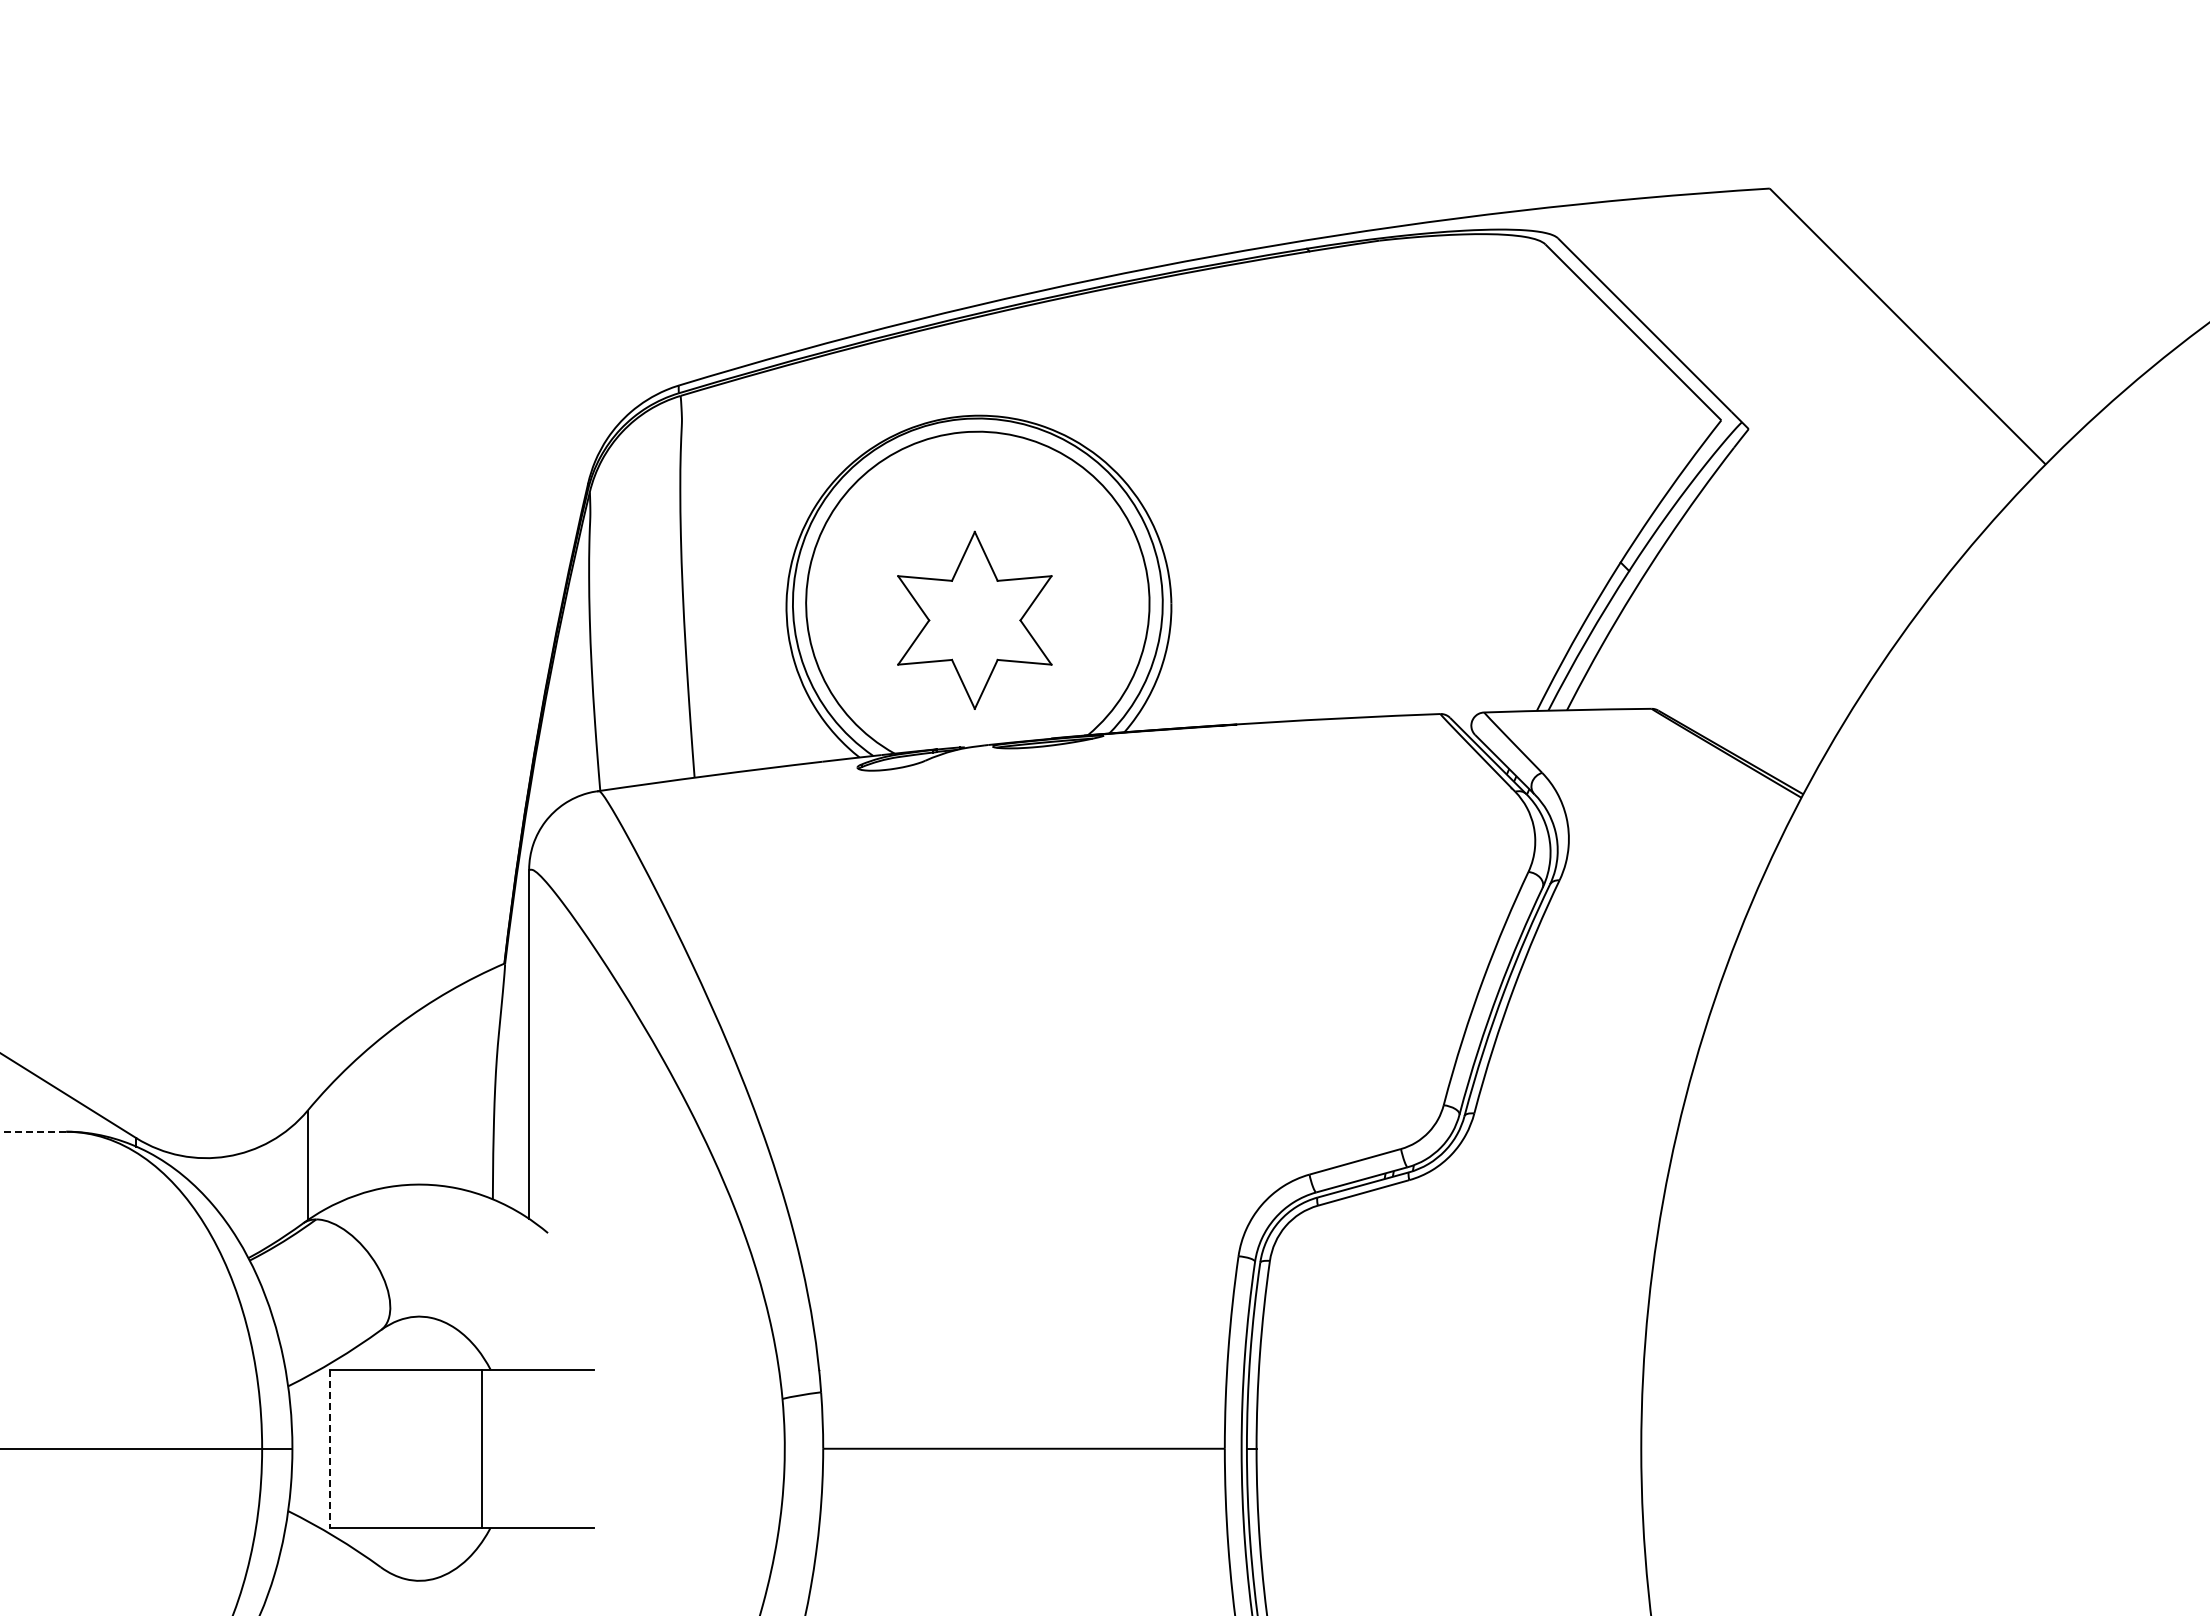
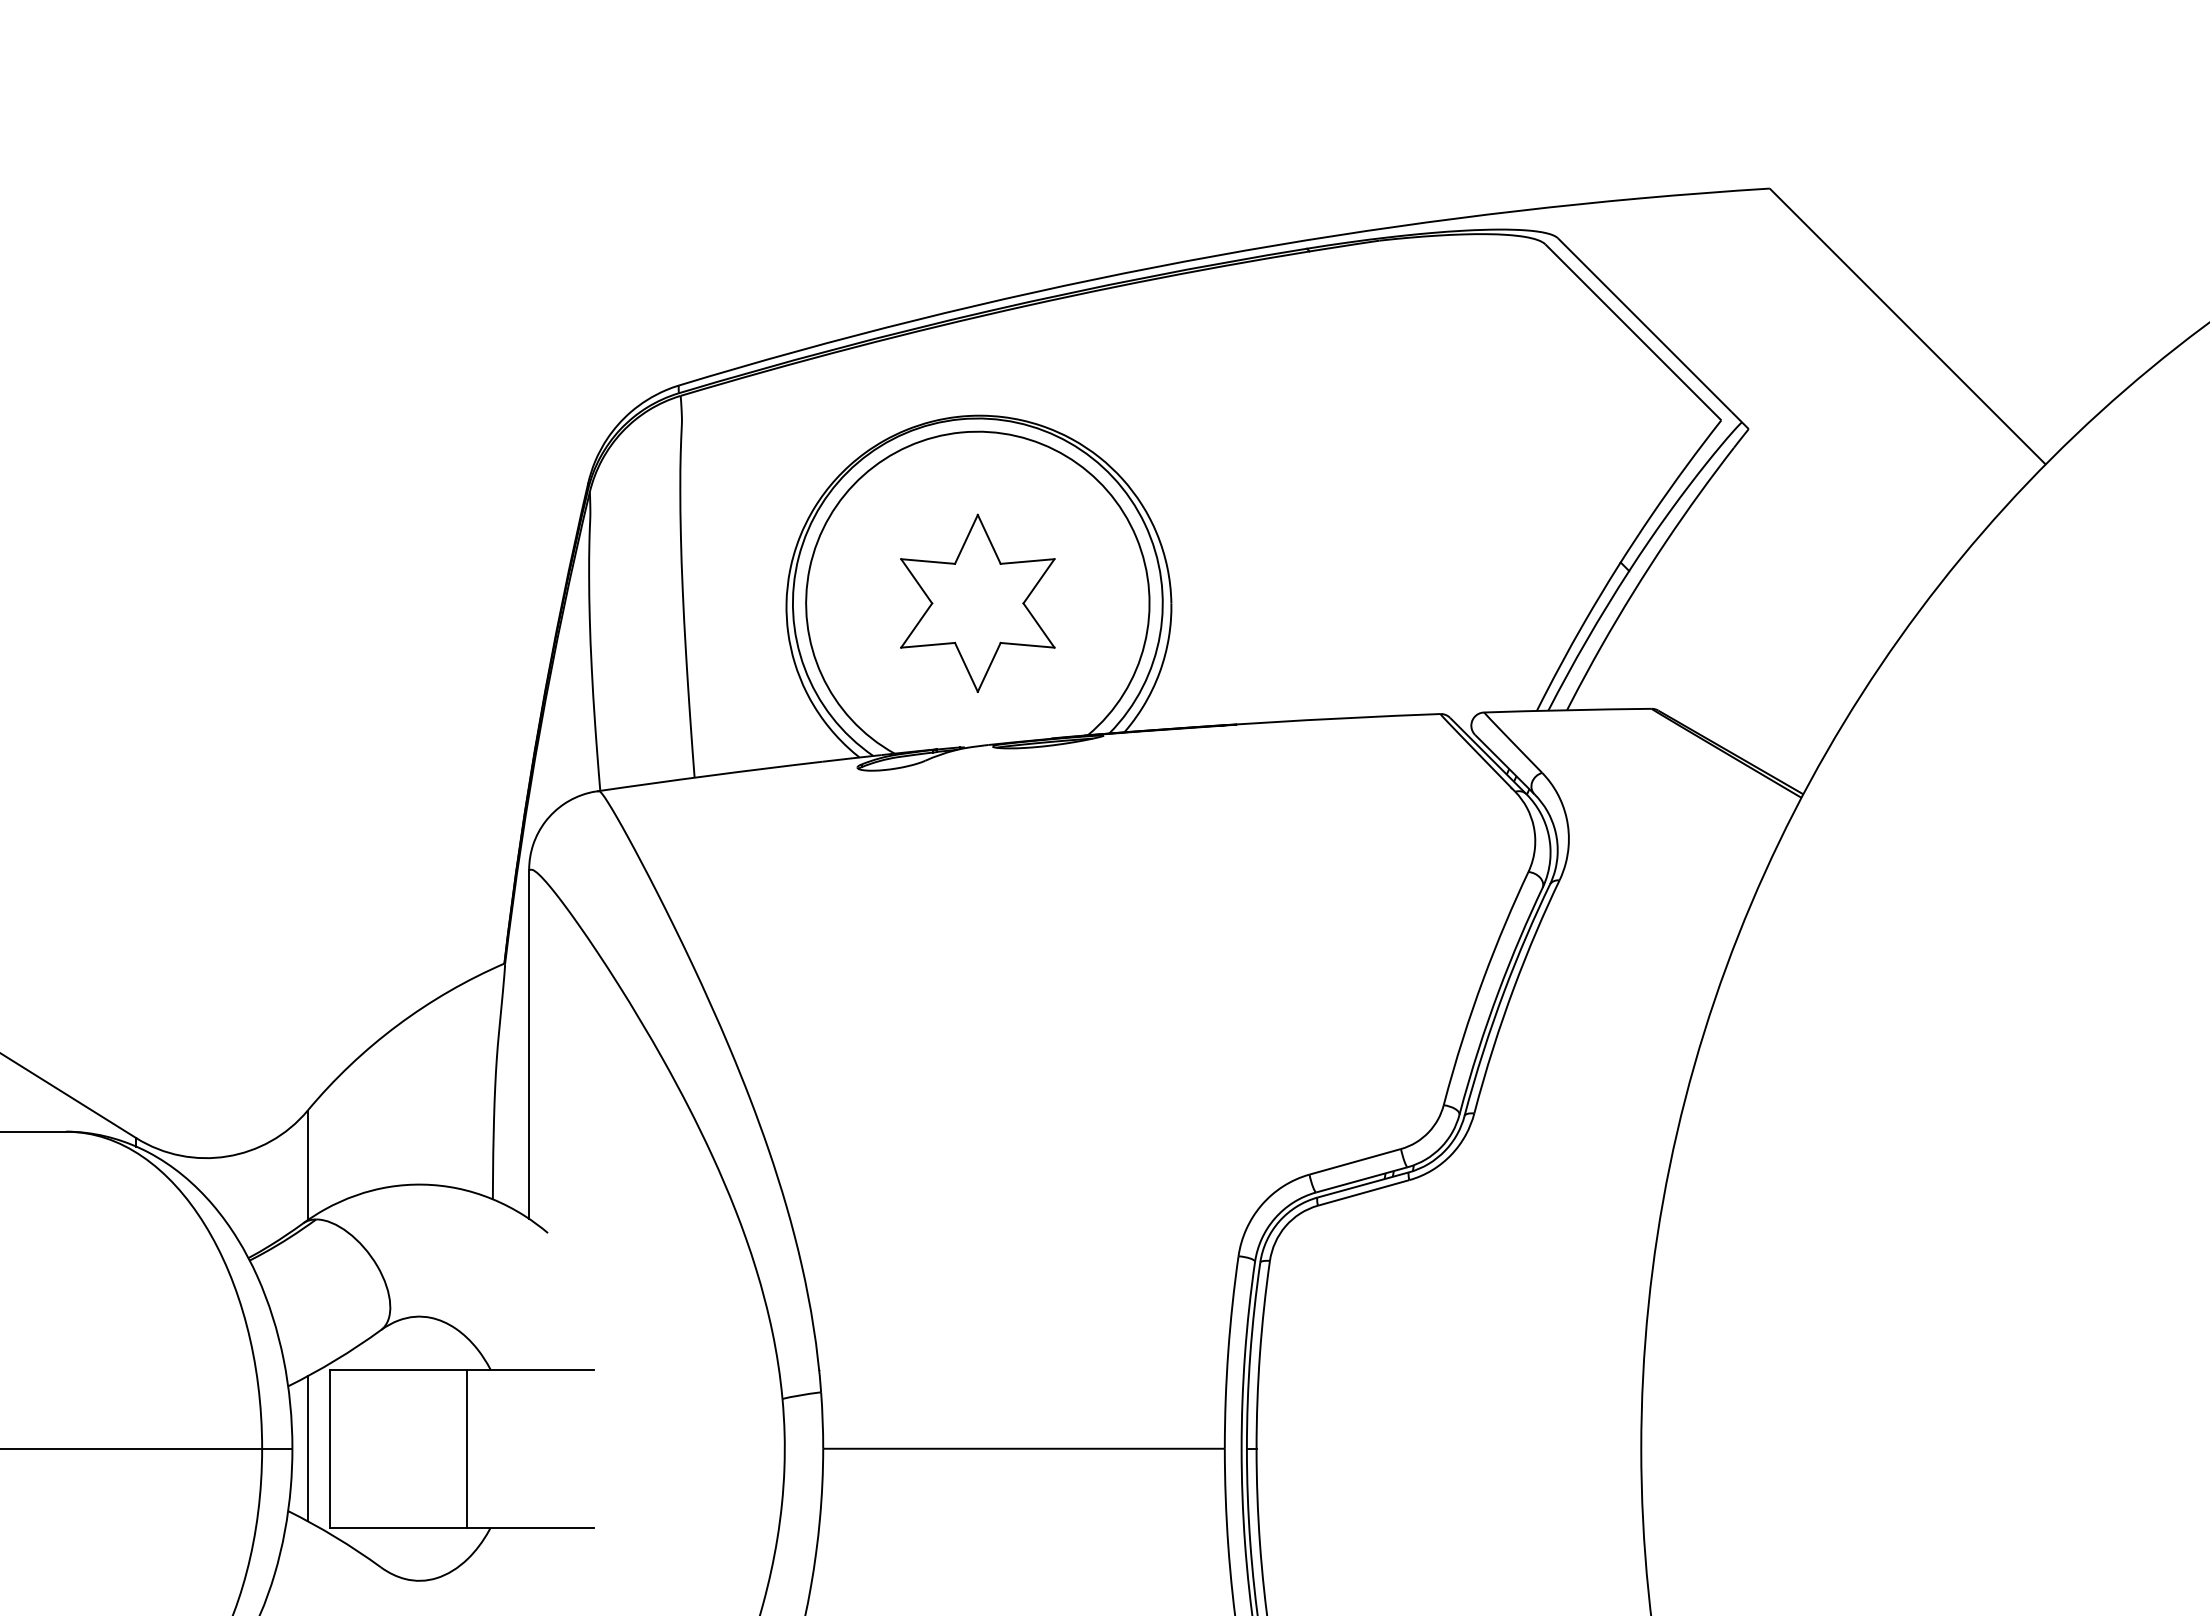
part at (974, 619) position: (974, 619) -> (977, 602)
line at (33, 1131): dashed -> solid
line at (307, 1448): none -> present
line at (481, 1448) position: (481, 1448) -> (466, 1448)
line at (330, 1449): dashed -> solid
